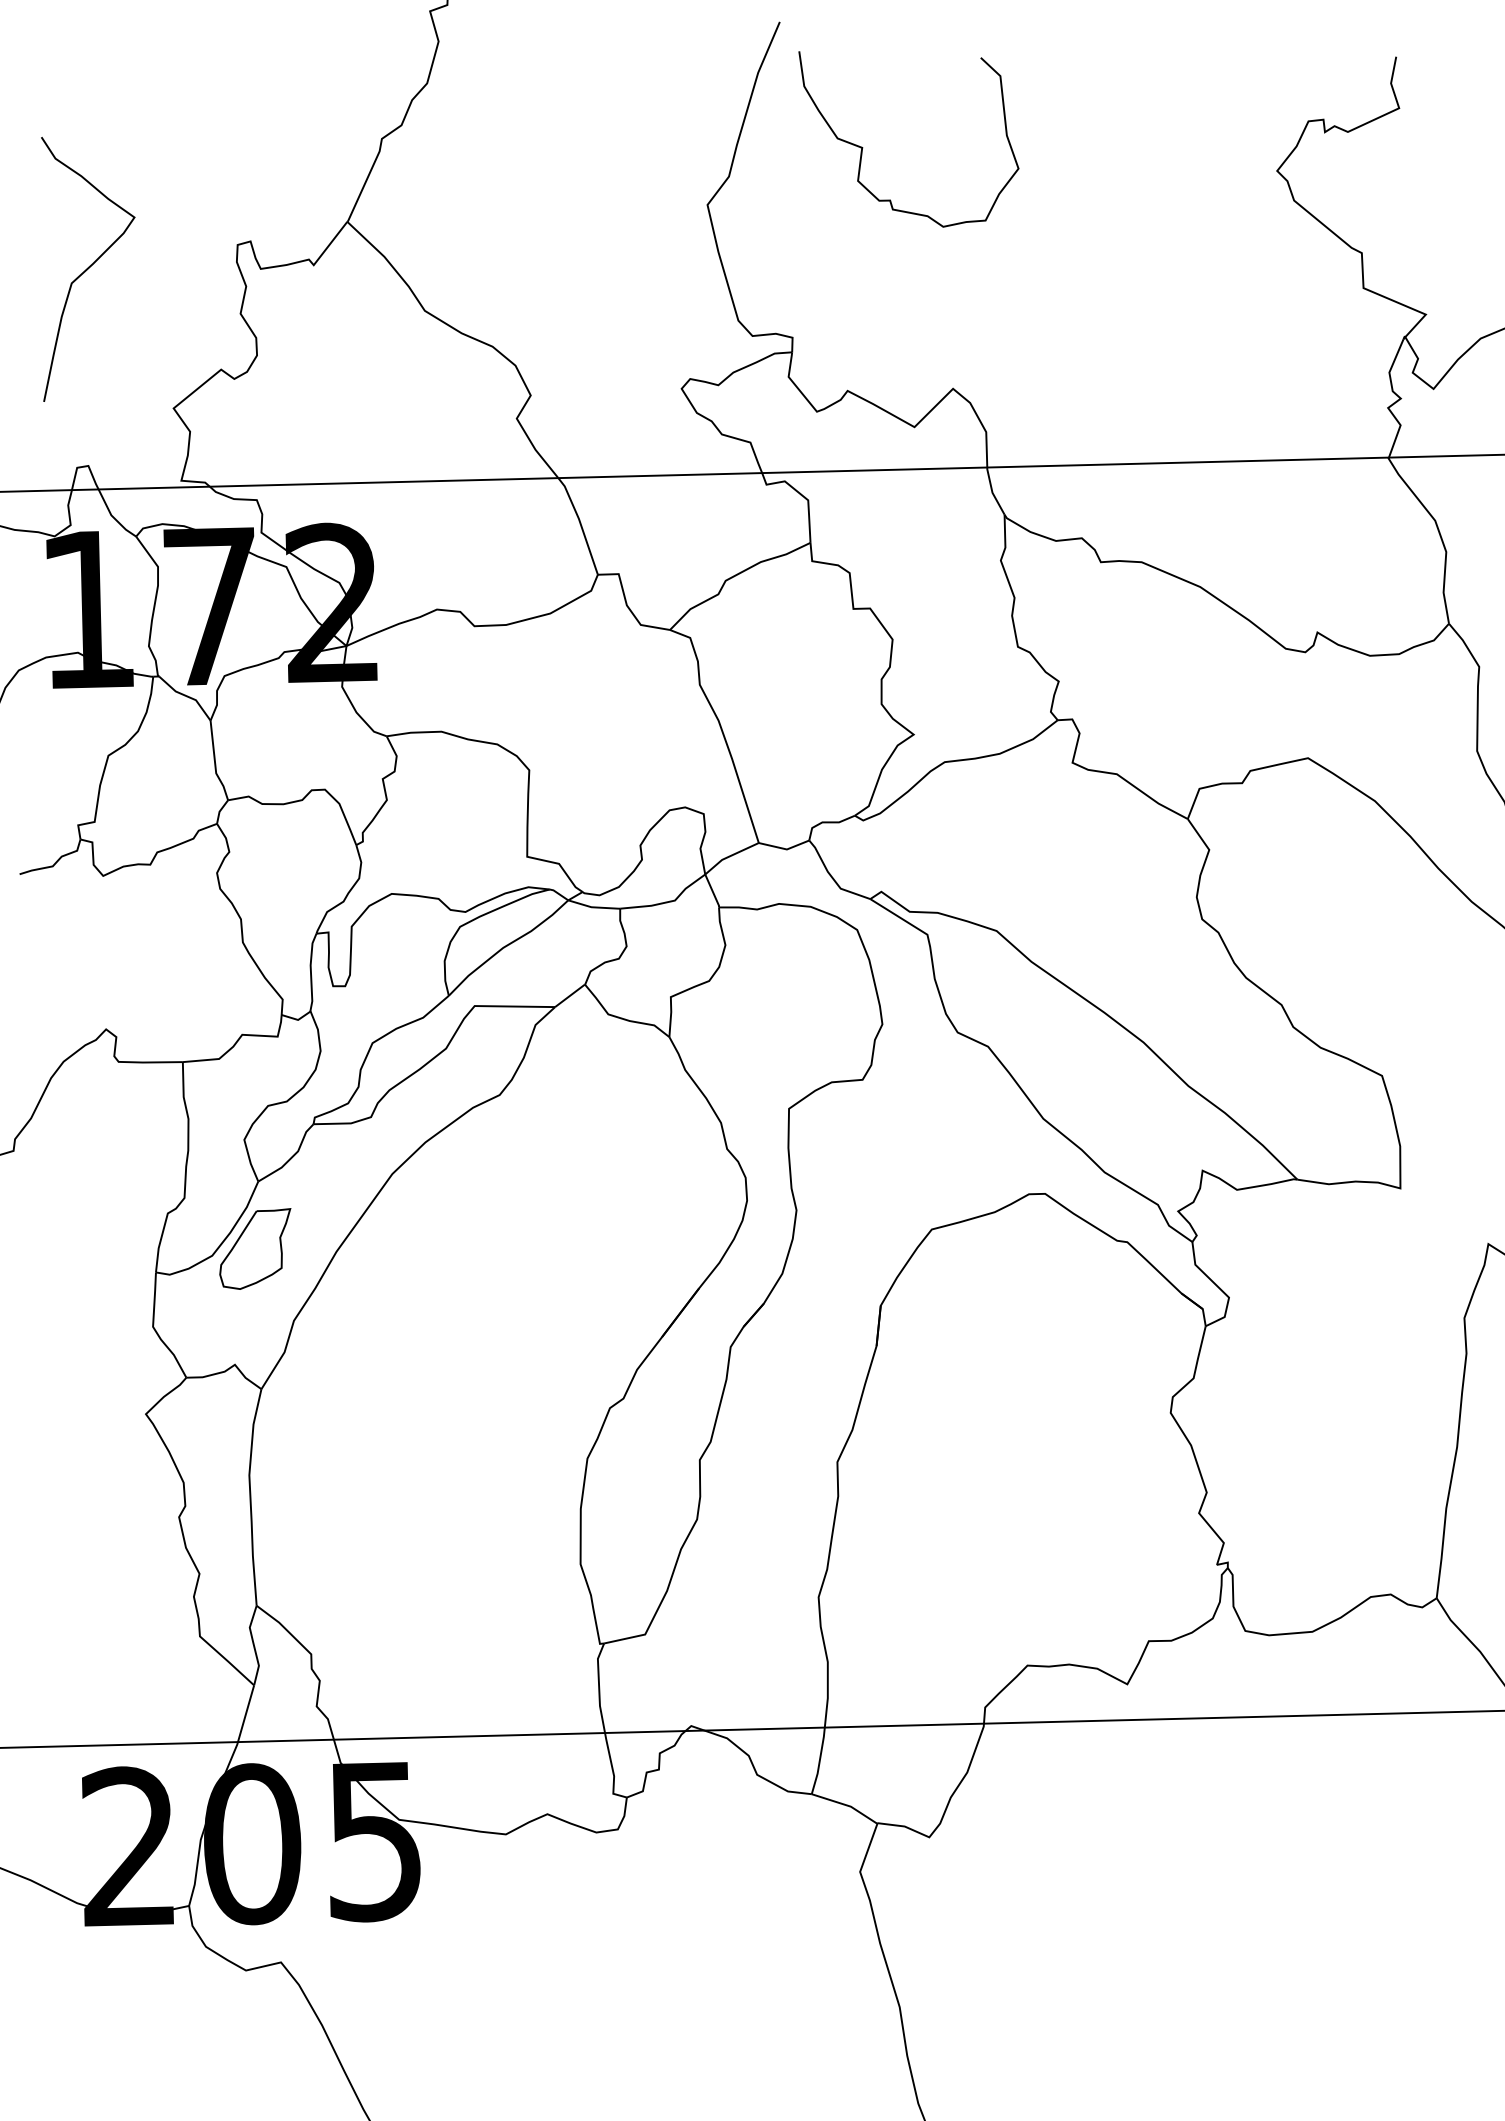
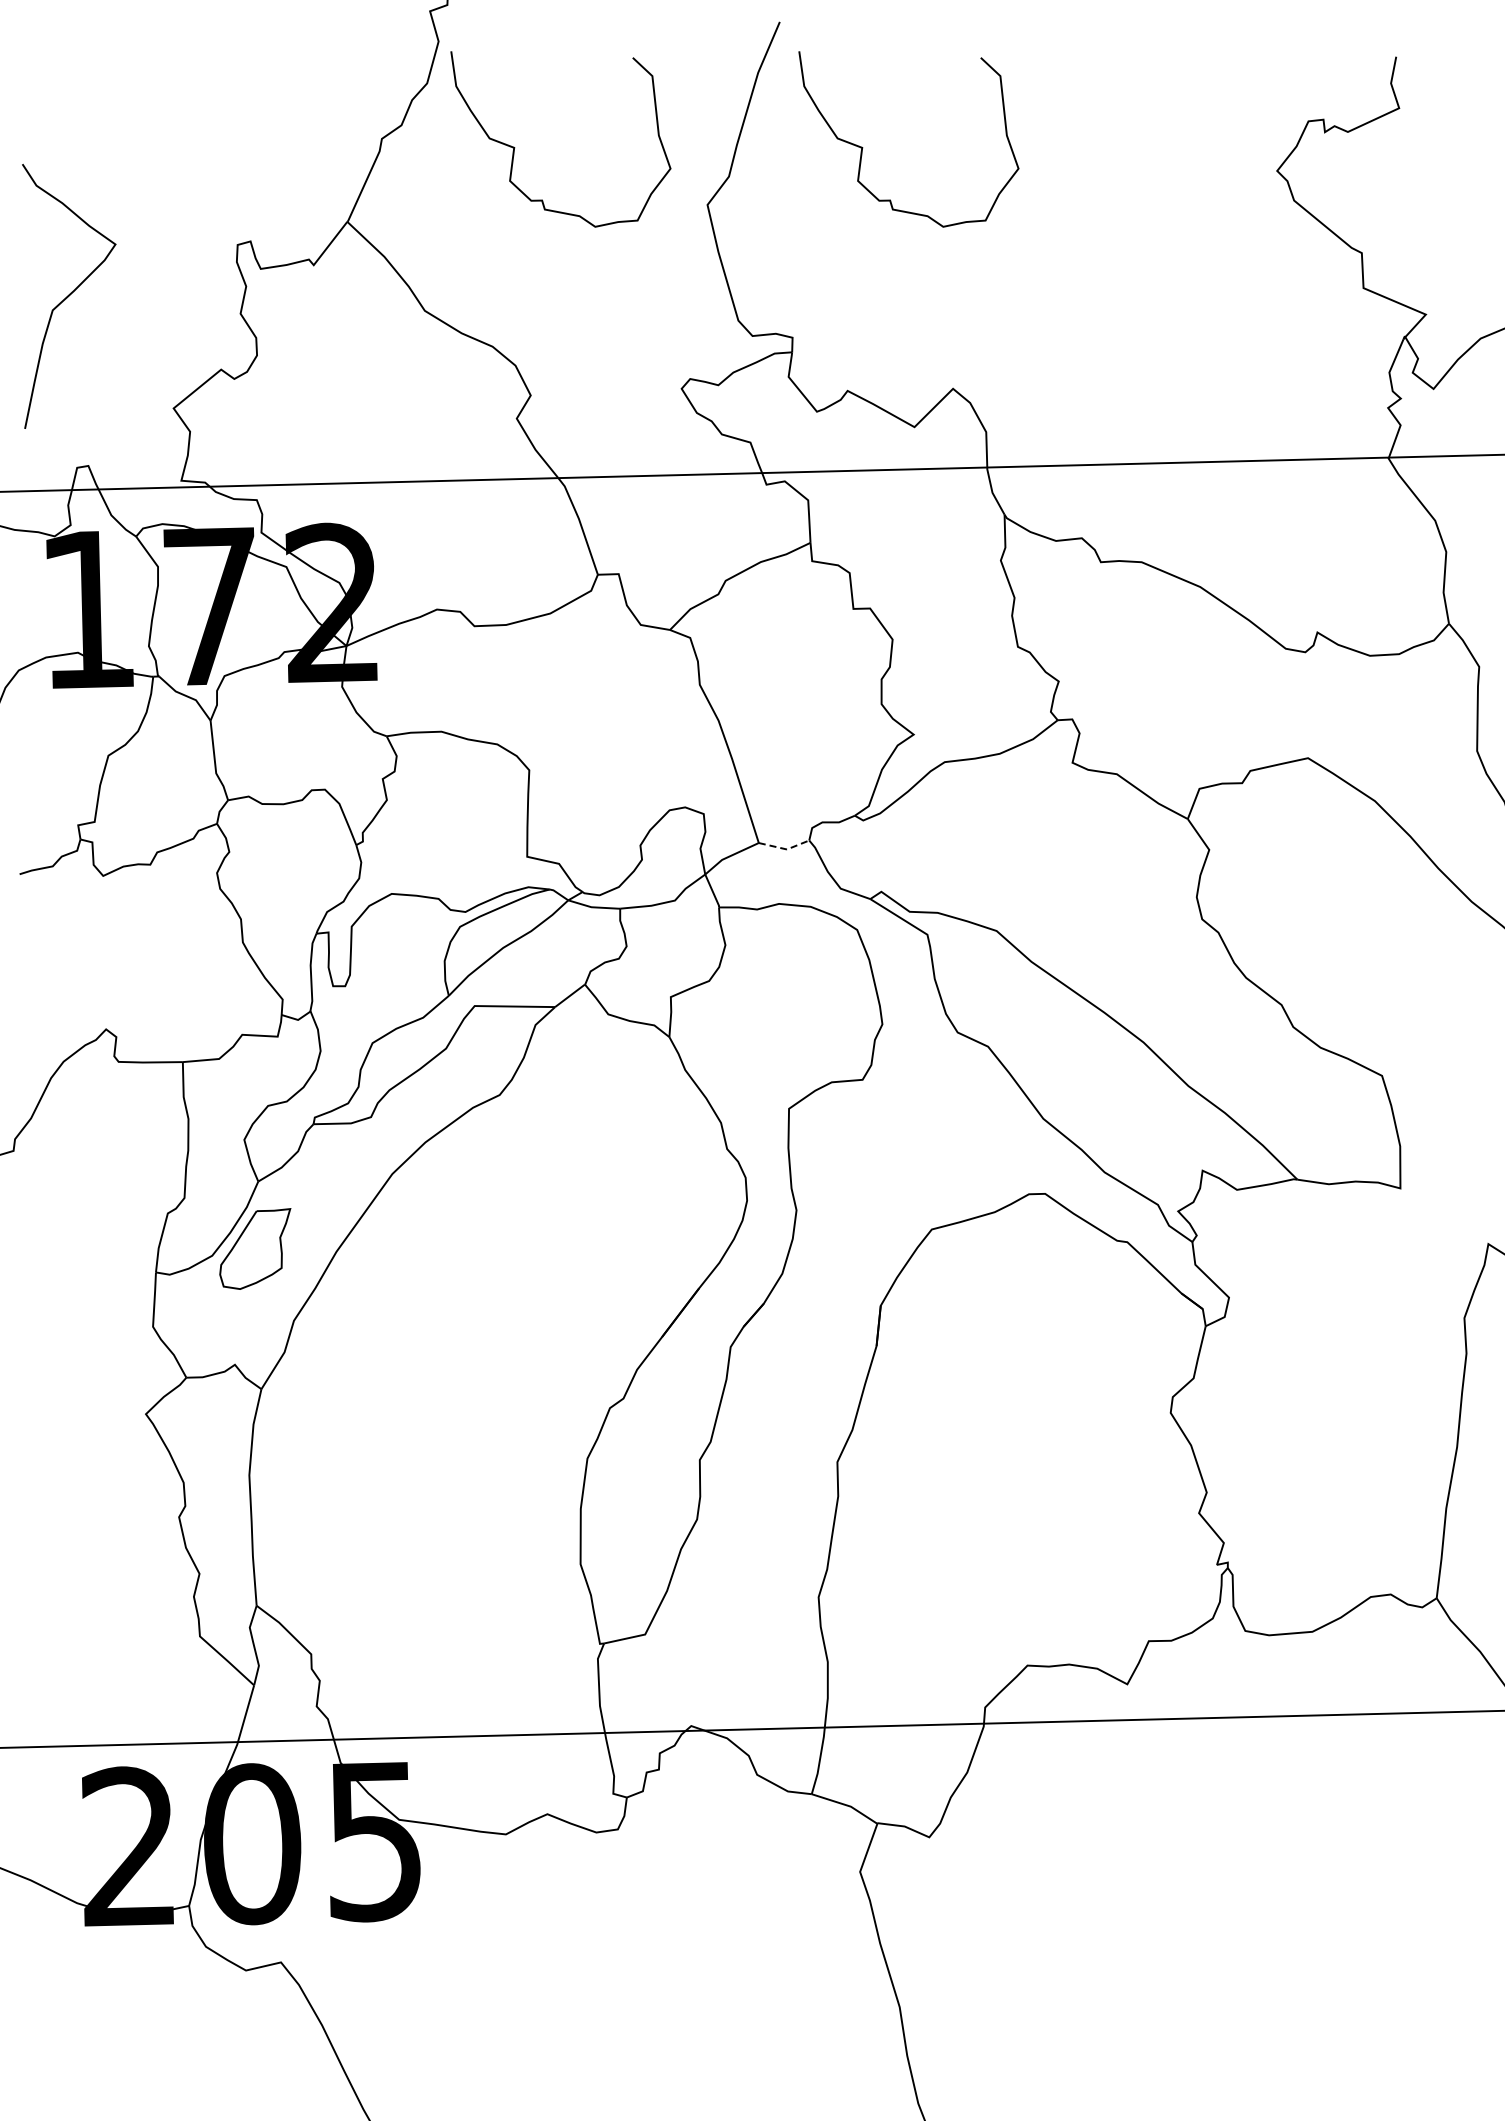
curve at (515, 147): none -> present
curve at (88, 269) position: (88, 269) -> (69, 296)
line at (785, 849): solid -> dashed
